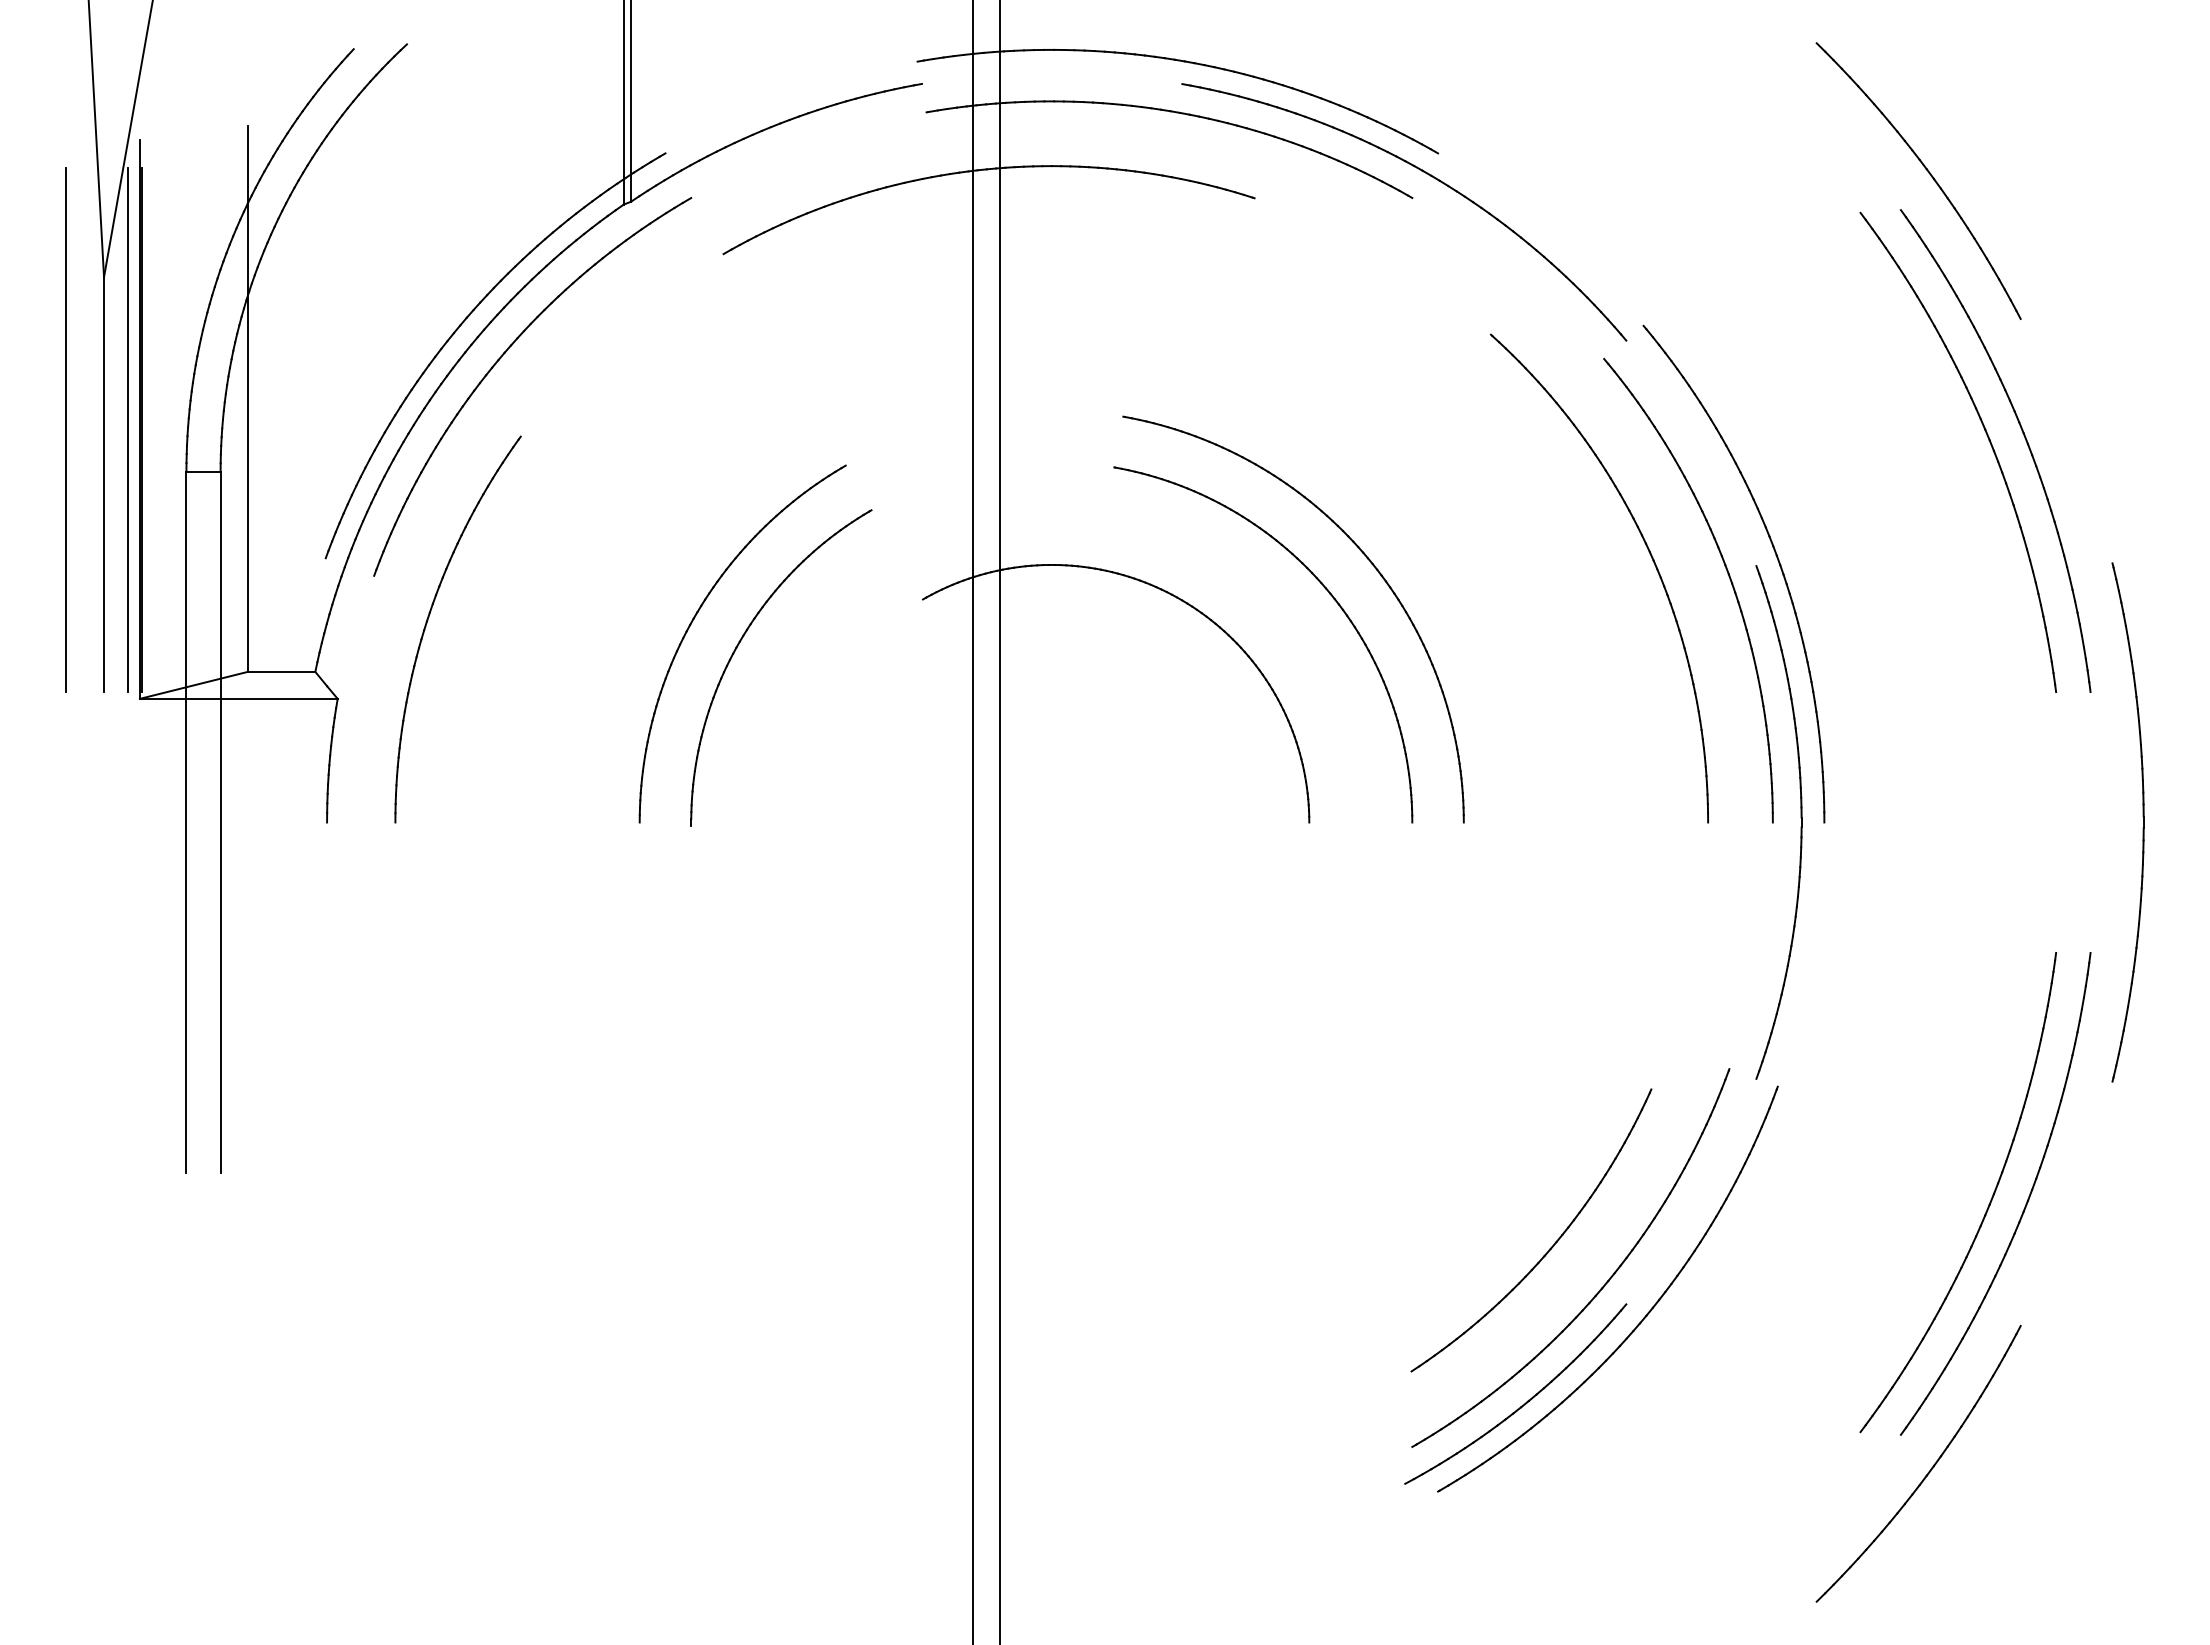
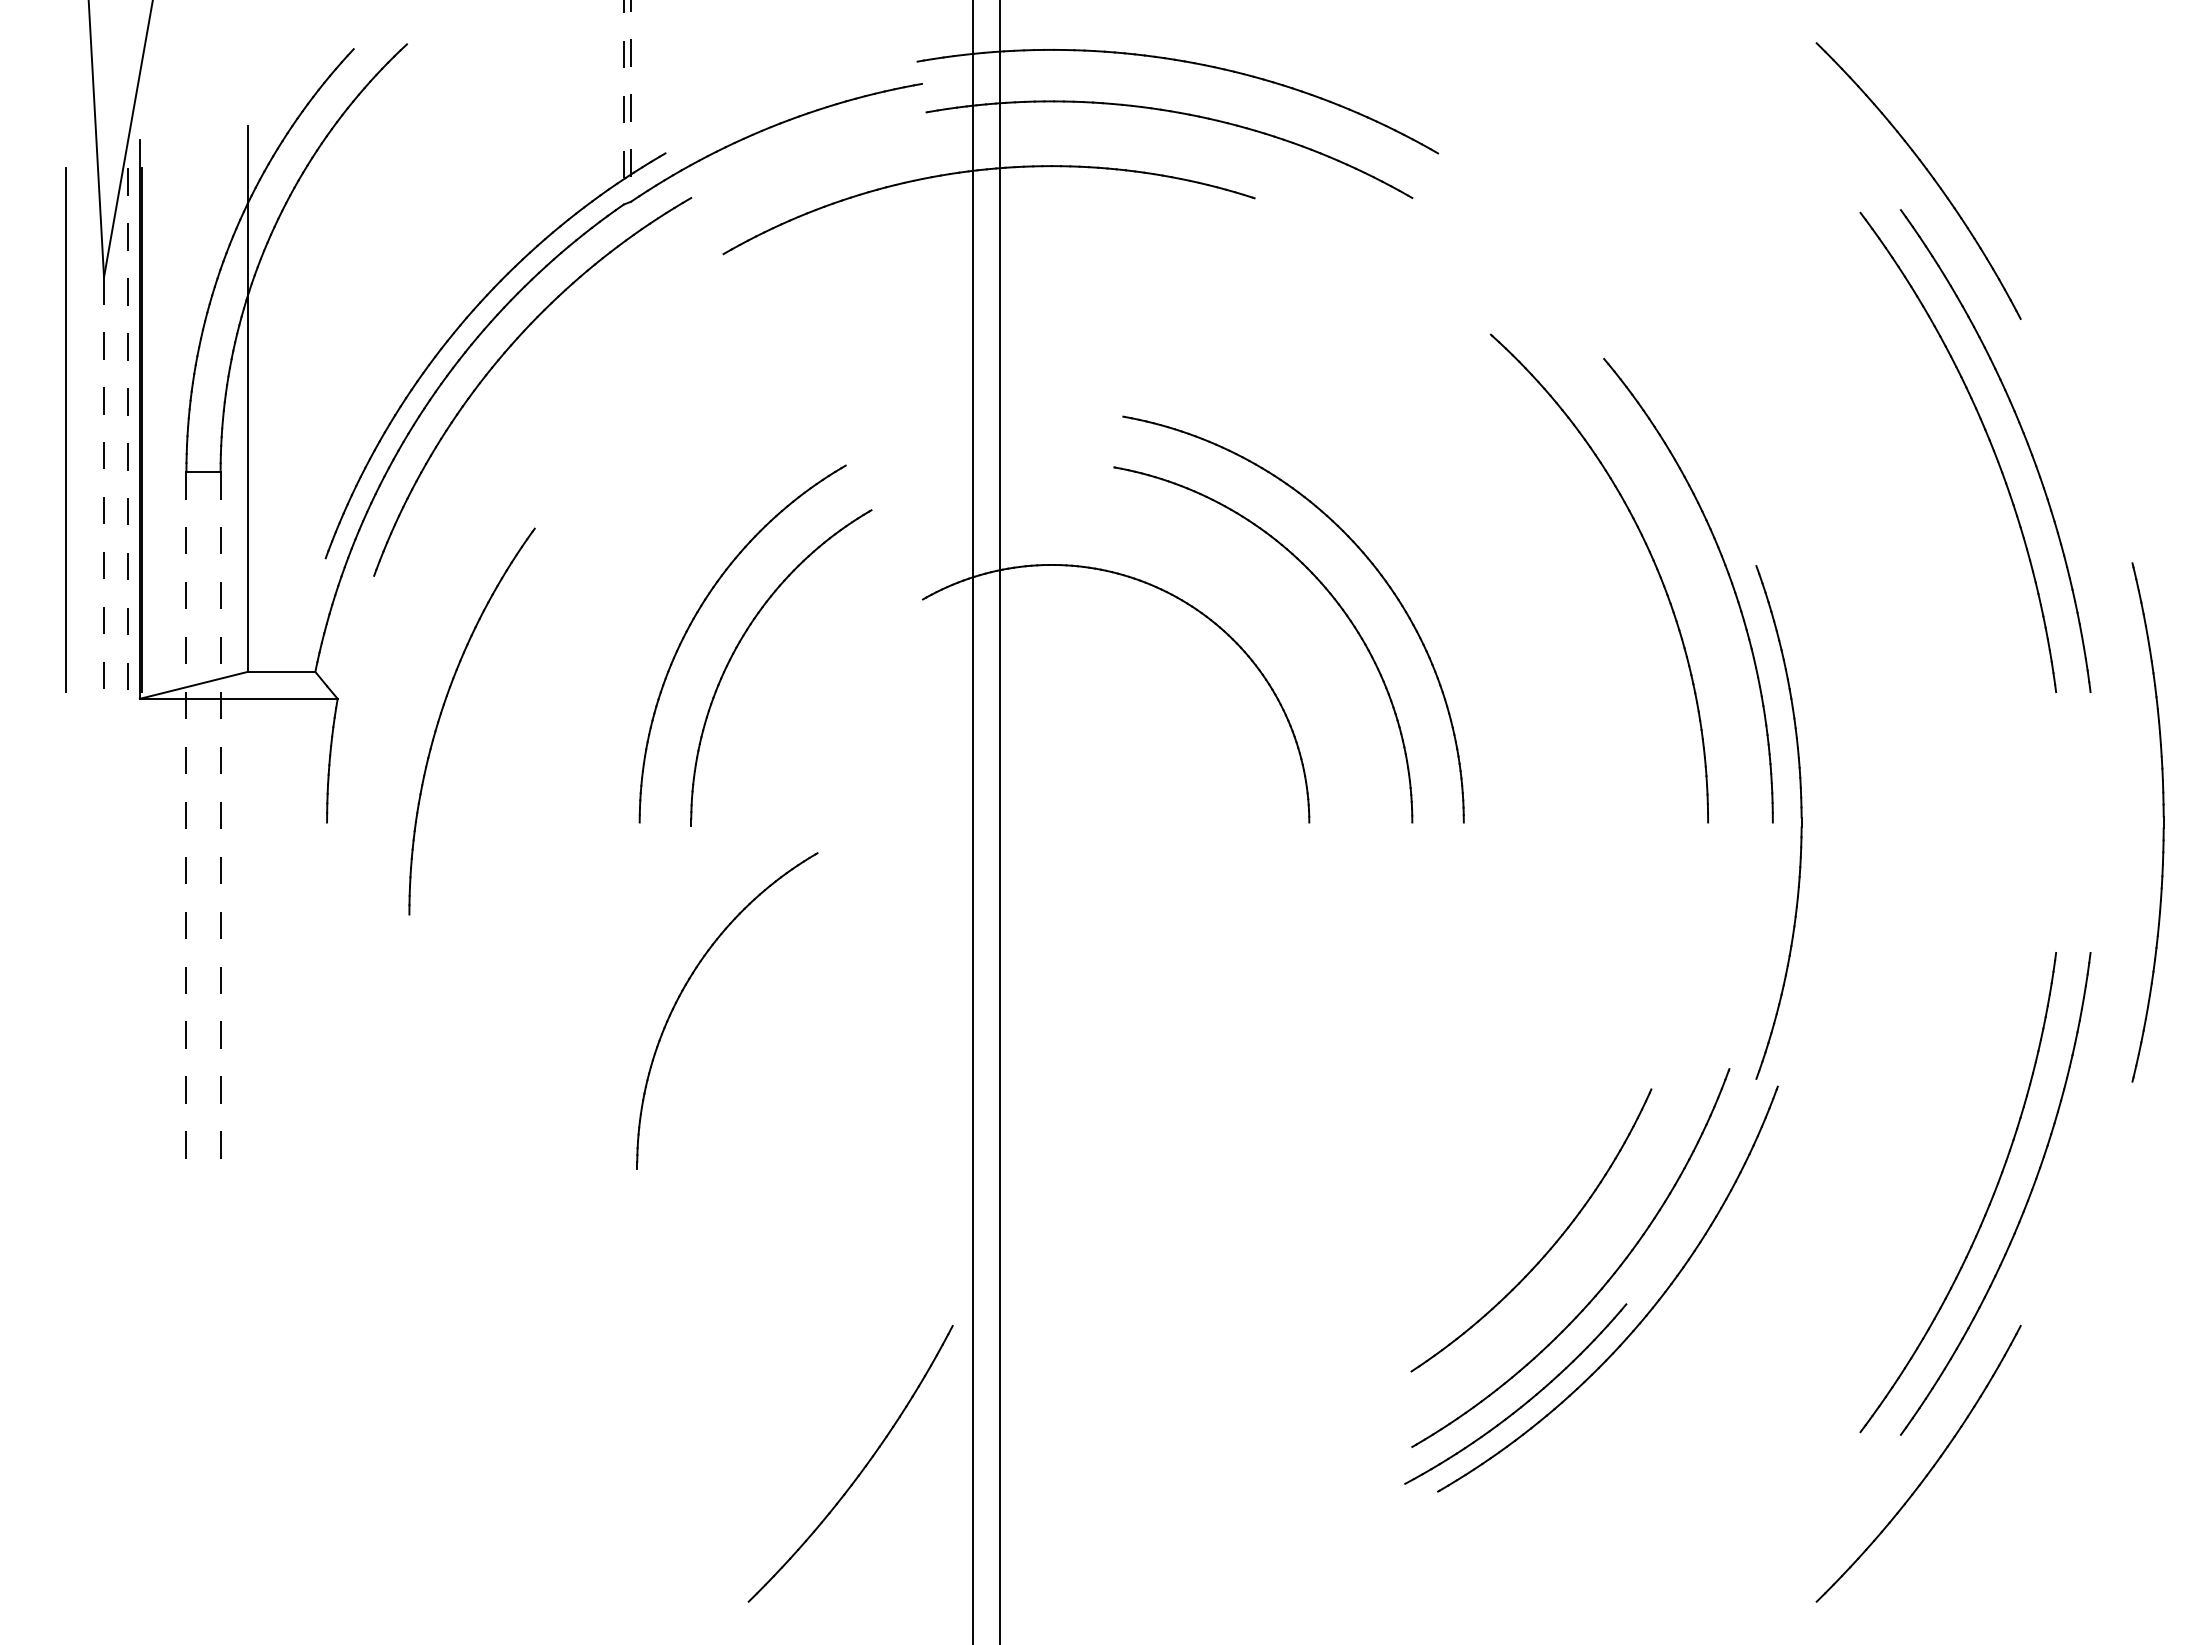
line at (631, 100): solid -> dashed
line at (623, 102): solid -> dashed
part at (1426, 174): present -> none
line at (127, 430): solid -> dashed
line at (104, 484): solid -> dashed
part at (1776, 558): present -> none
part at (428, 620) position: (428, 620) -> (442, 712)
line at (186, 822): solid -> dashed
line at (220, 822): solid -> dashed
part at (2143, 822) position: (2143, 822) -> (2163, 822)
part at (687, 984): none -> present
part at (860, 1471): none -> present
